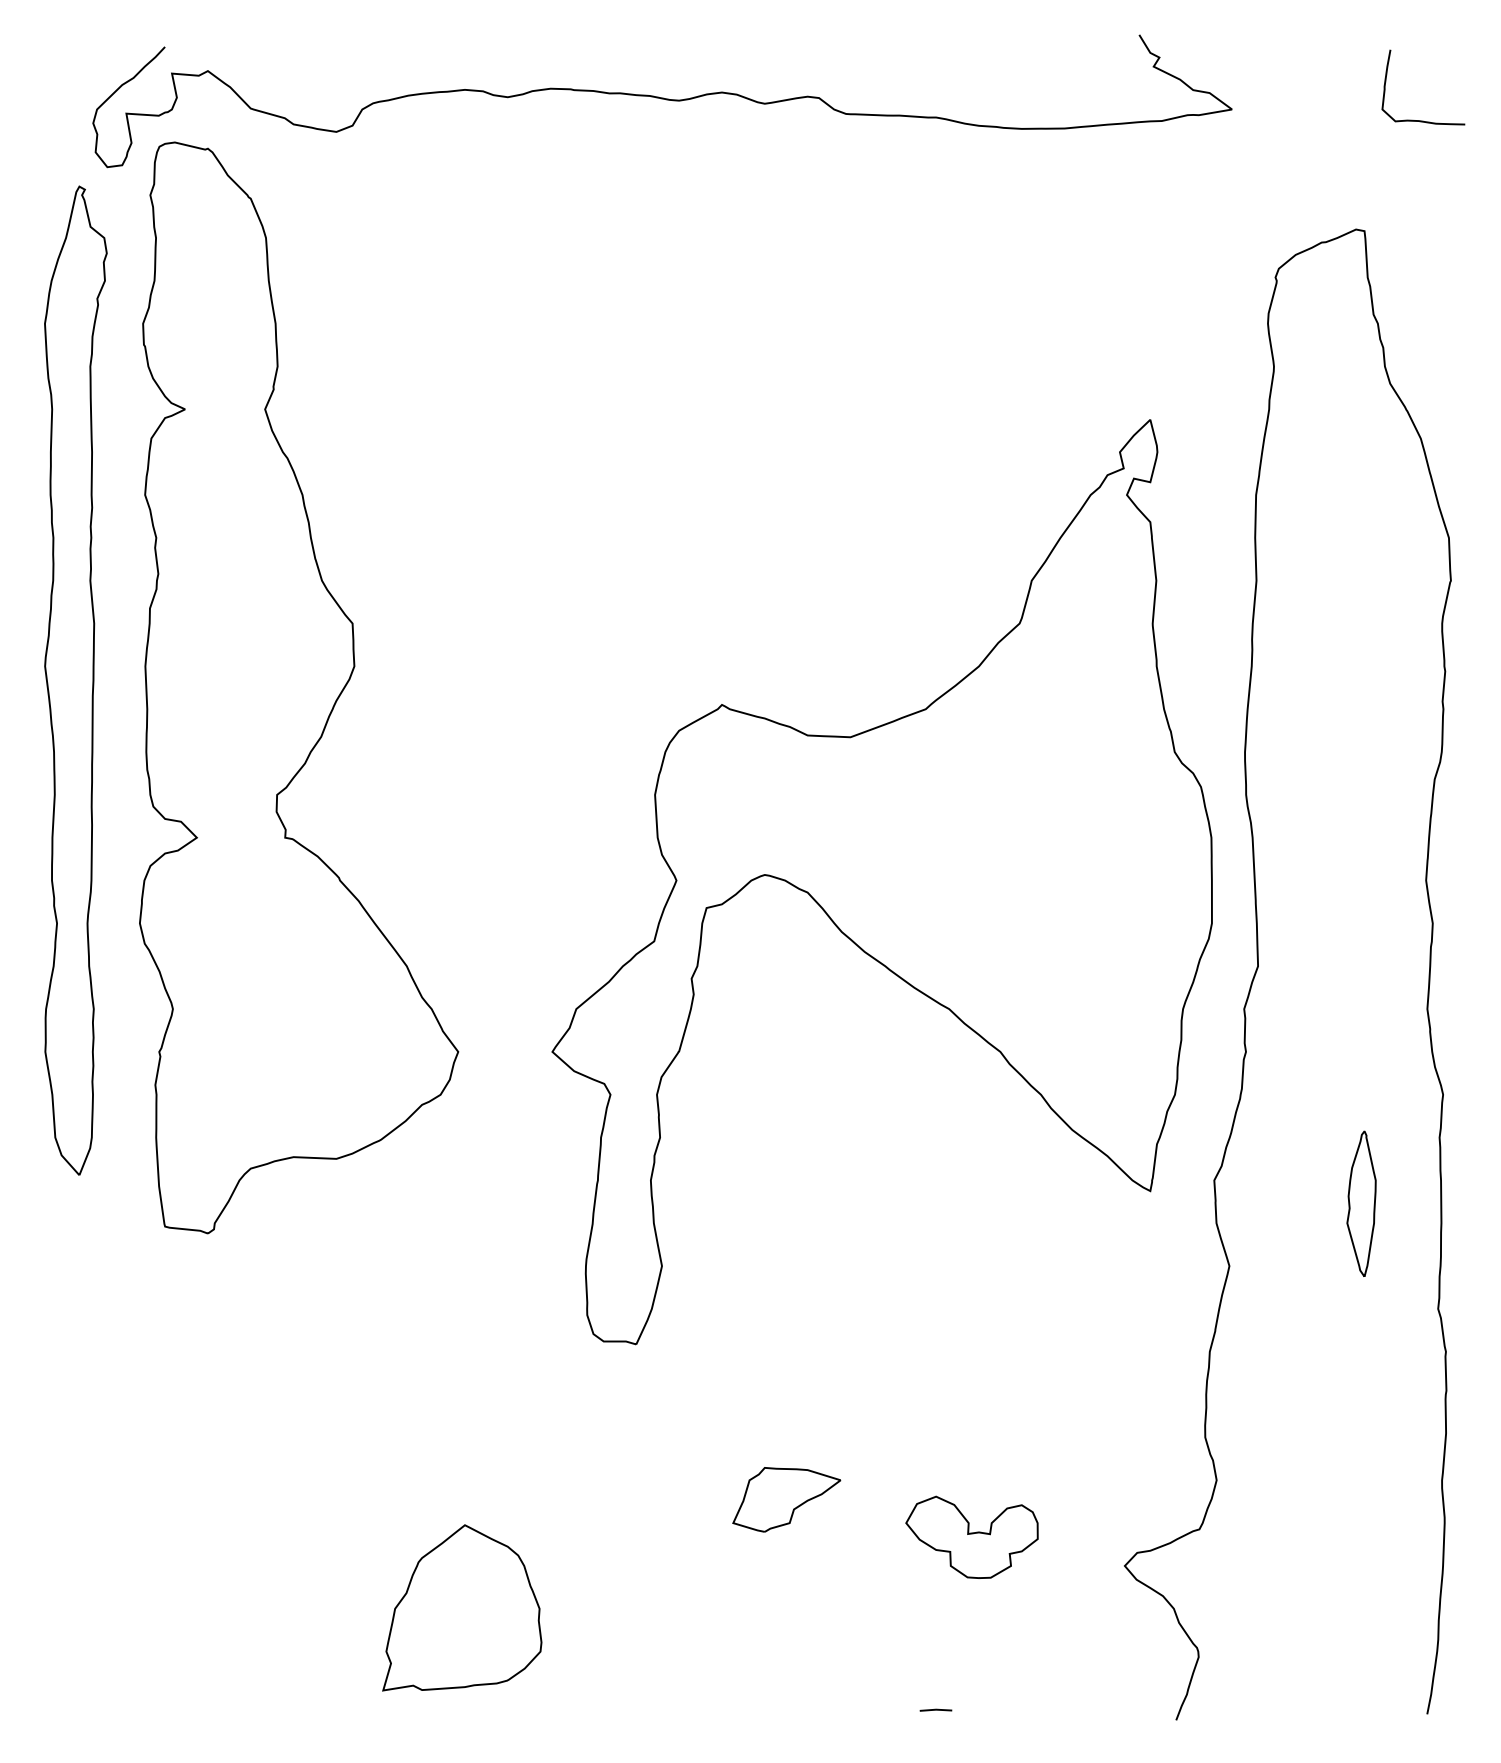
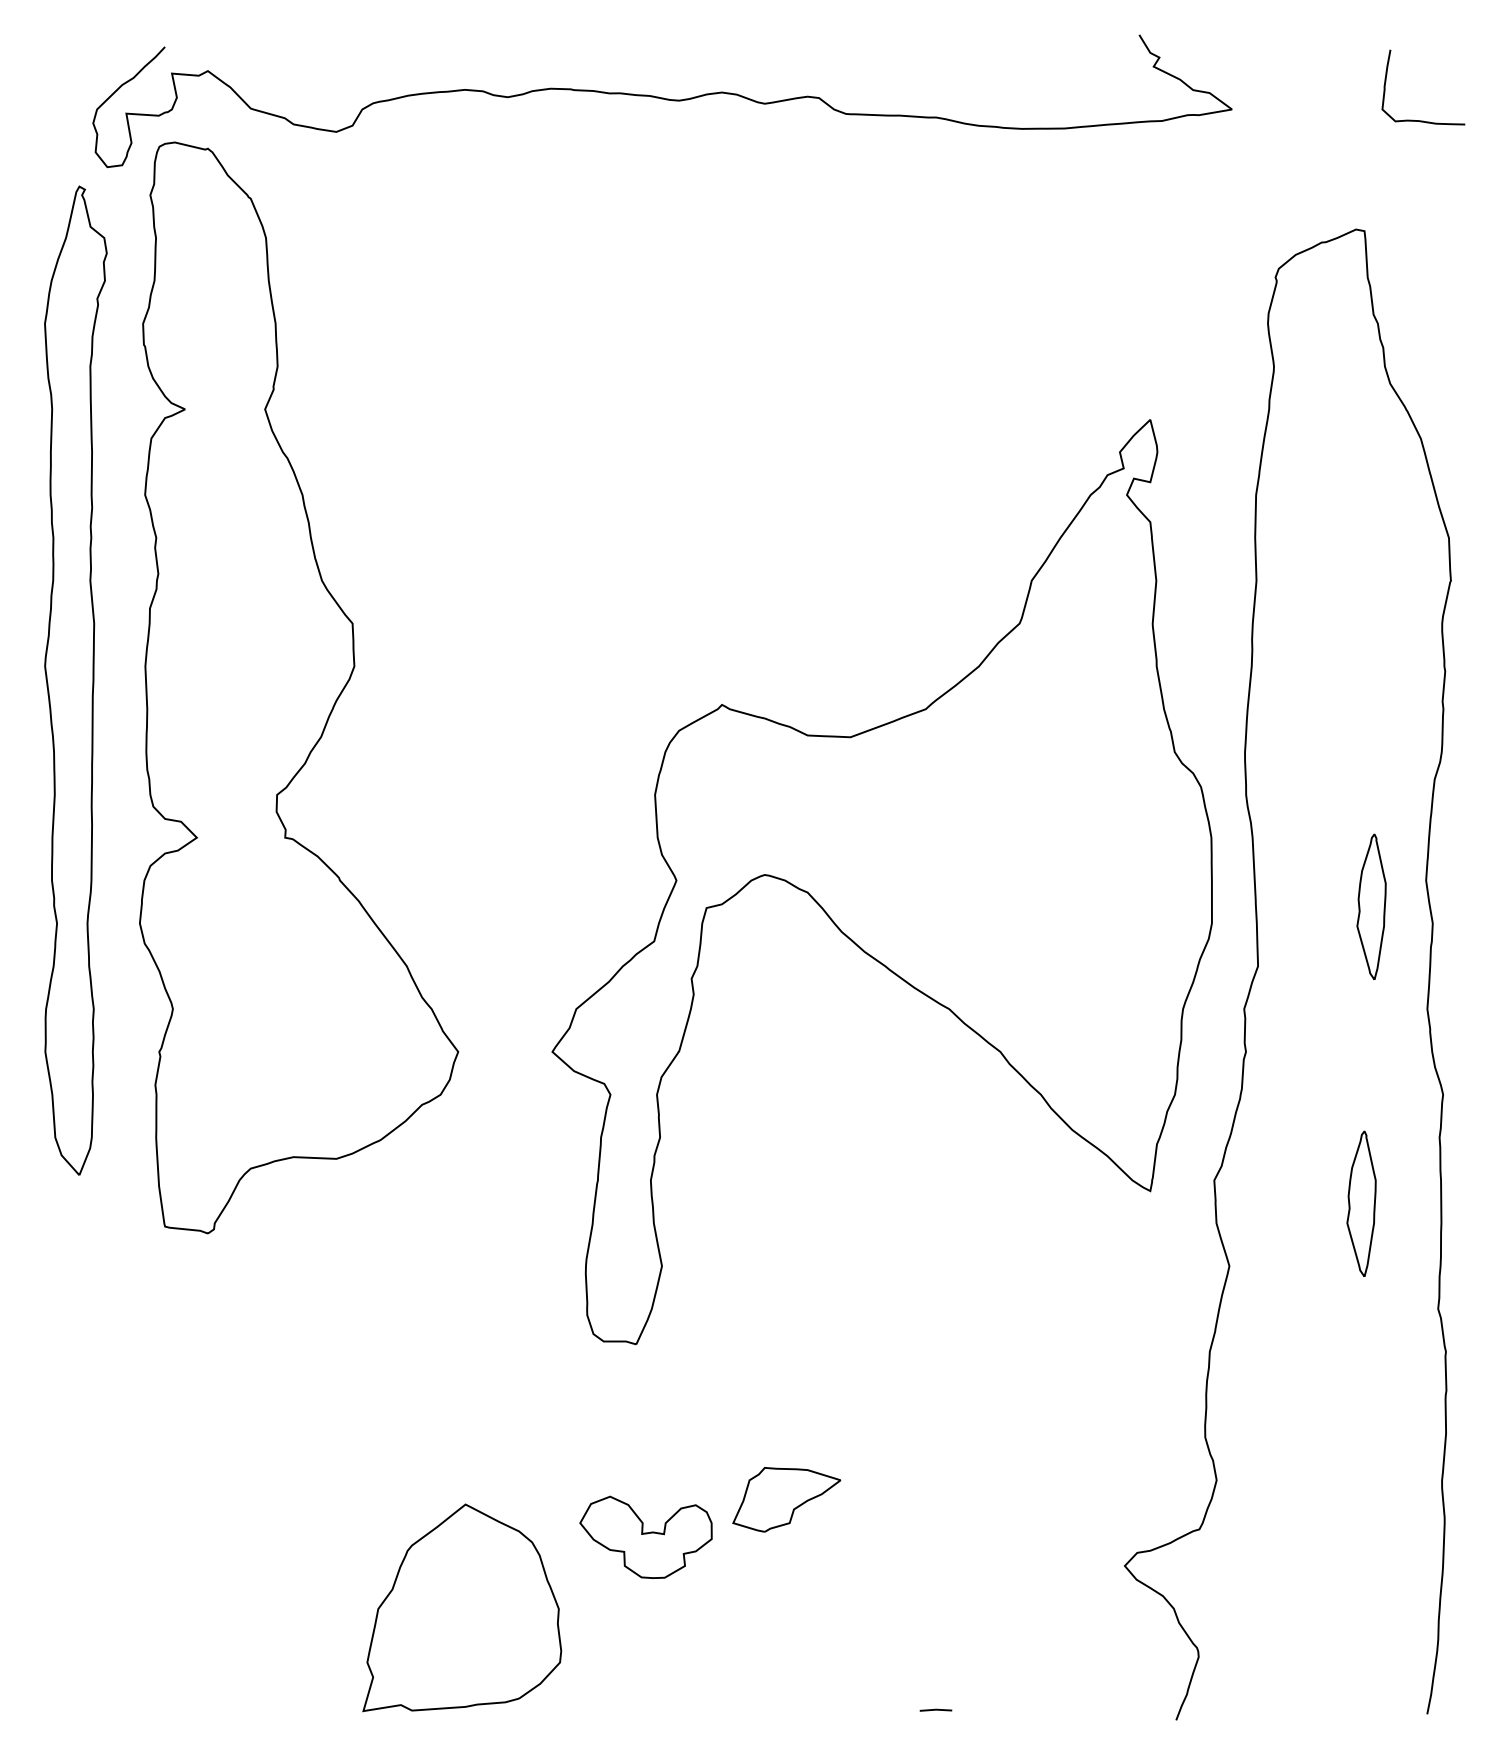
part at (1371, 906): none -> present
part at (971, 1536) position: (971, 1536) -> (645, 1536)
part at (462, 1607) size: 161x168 px -> 201x210 px
